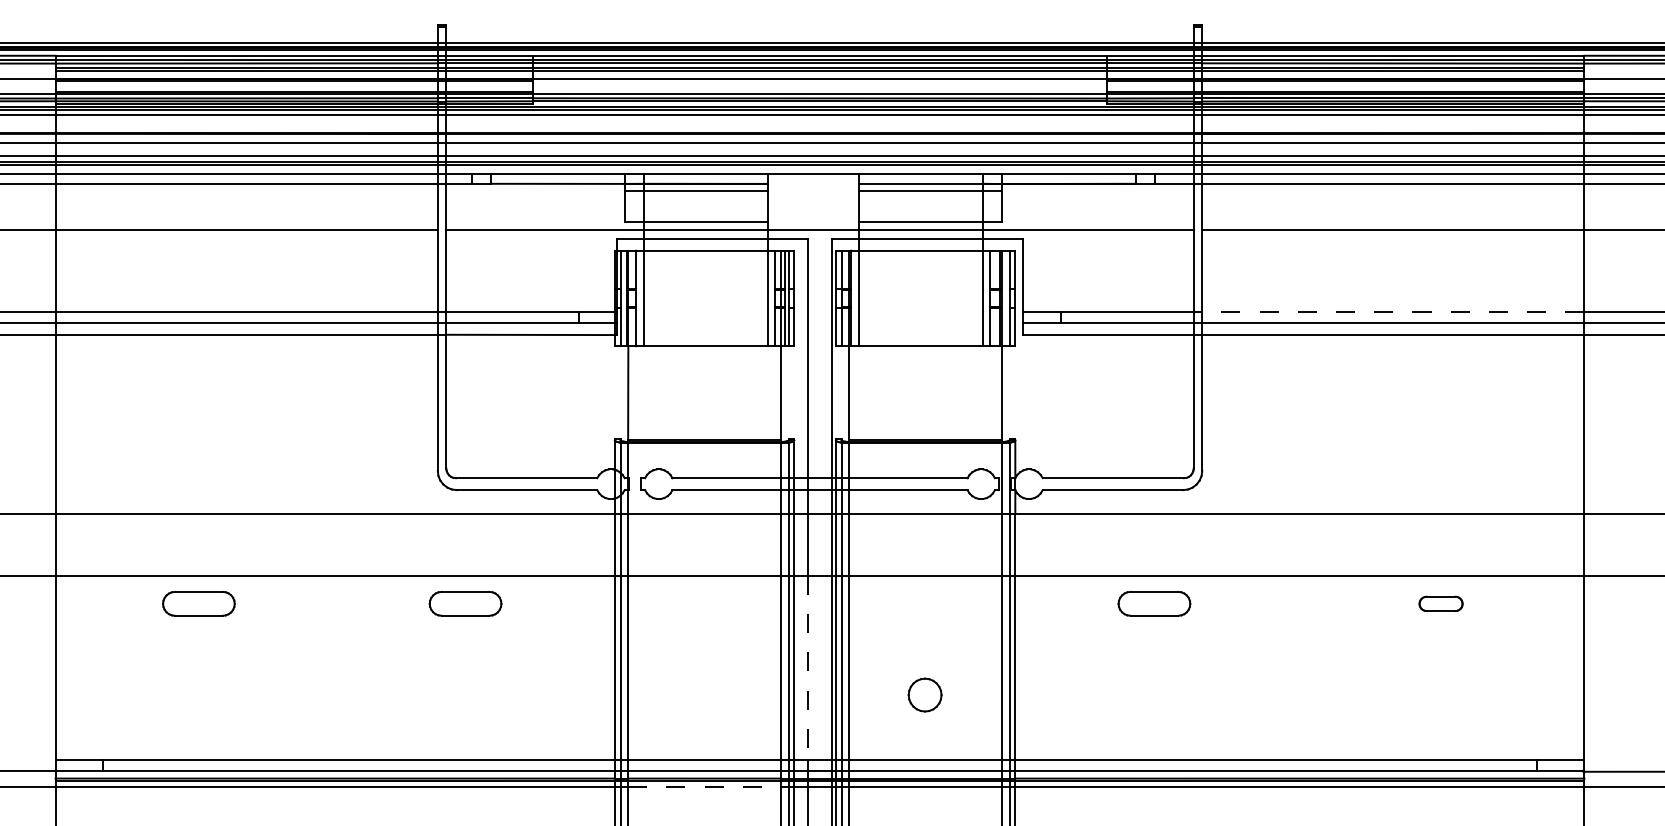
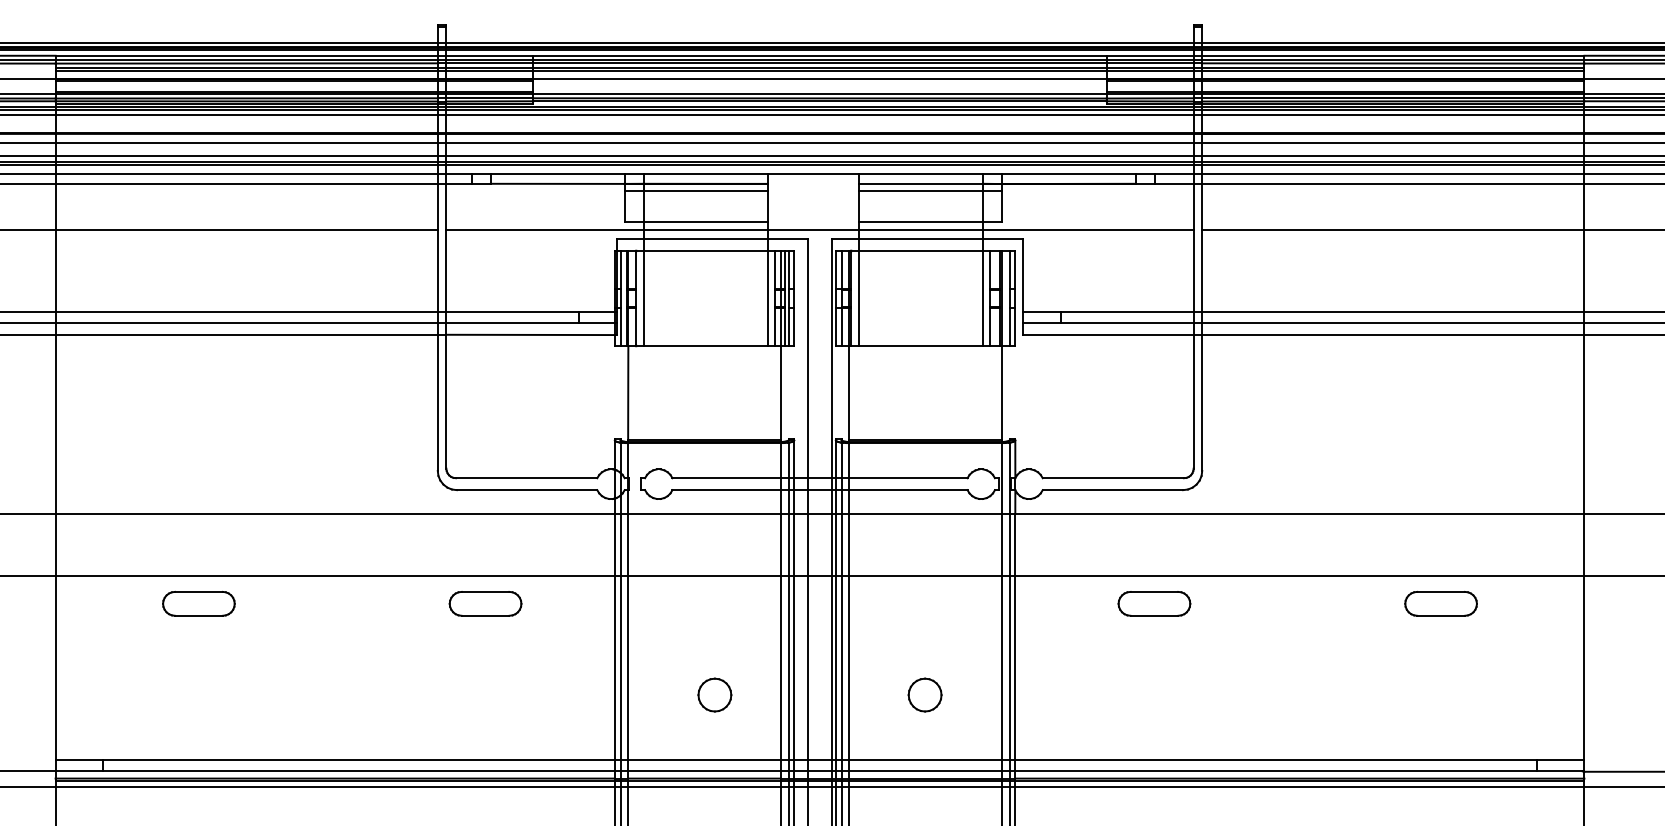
line at (1392, 311): dashed -> solid
part at (465, 603) position: (465, 603) -> (485, 603)
part at (1440, 603) size: 46x17 px -> 74x26 px
line at (808, 667): dashed -> solid
part at (714, 694): none -> present
line at (705, 786): dashed -> solid
